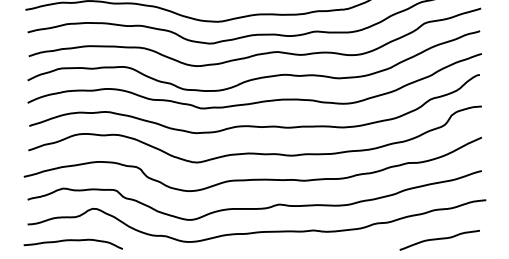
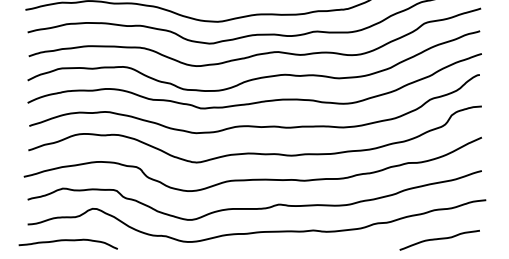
curve at (72, 241) position: (72, 241) -> (67, 241)
